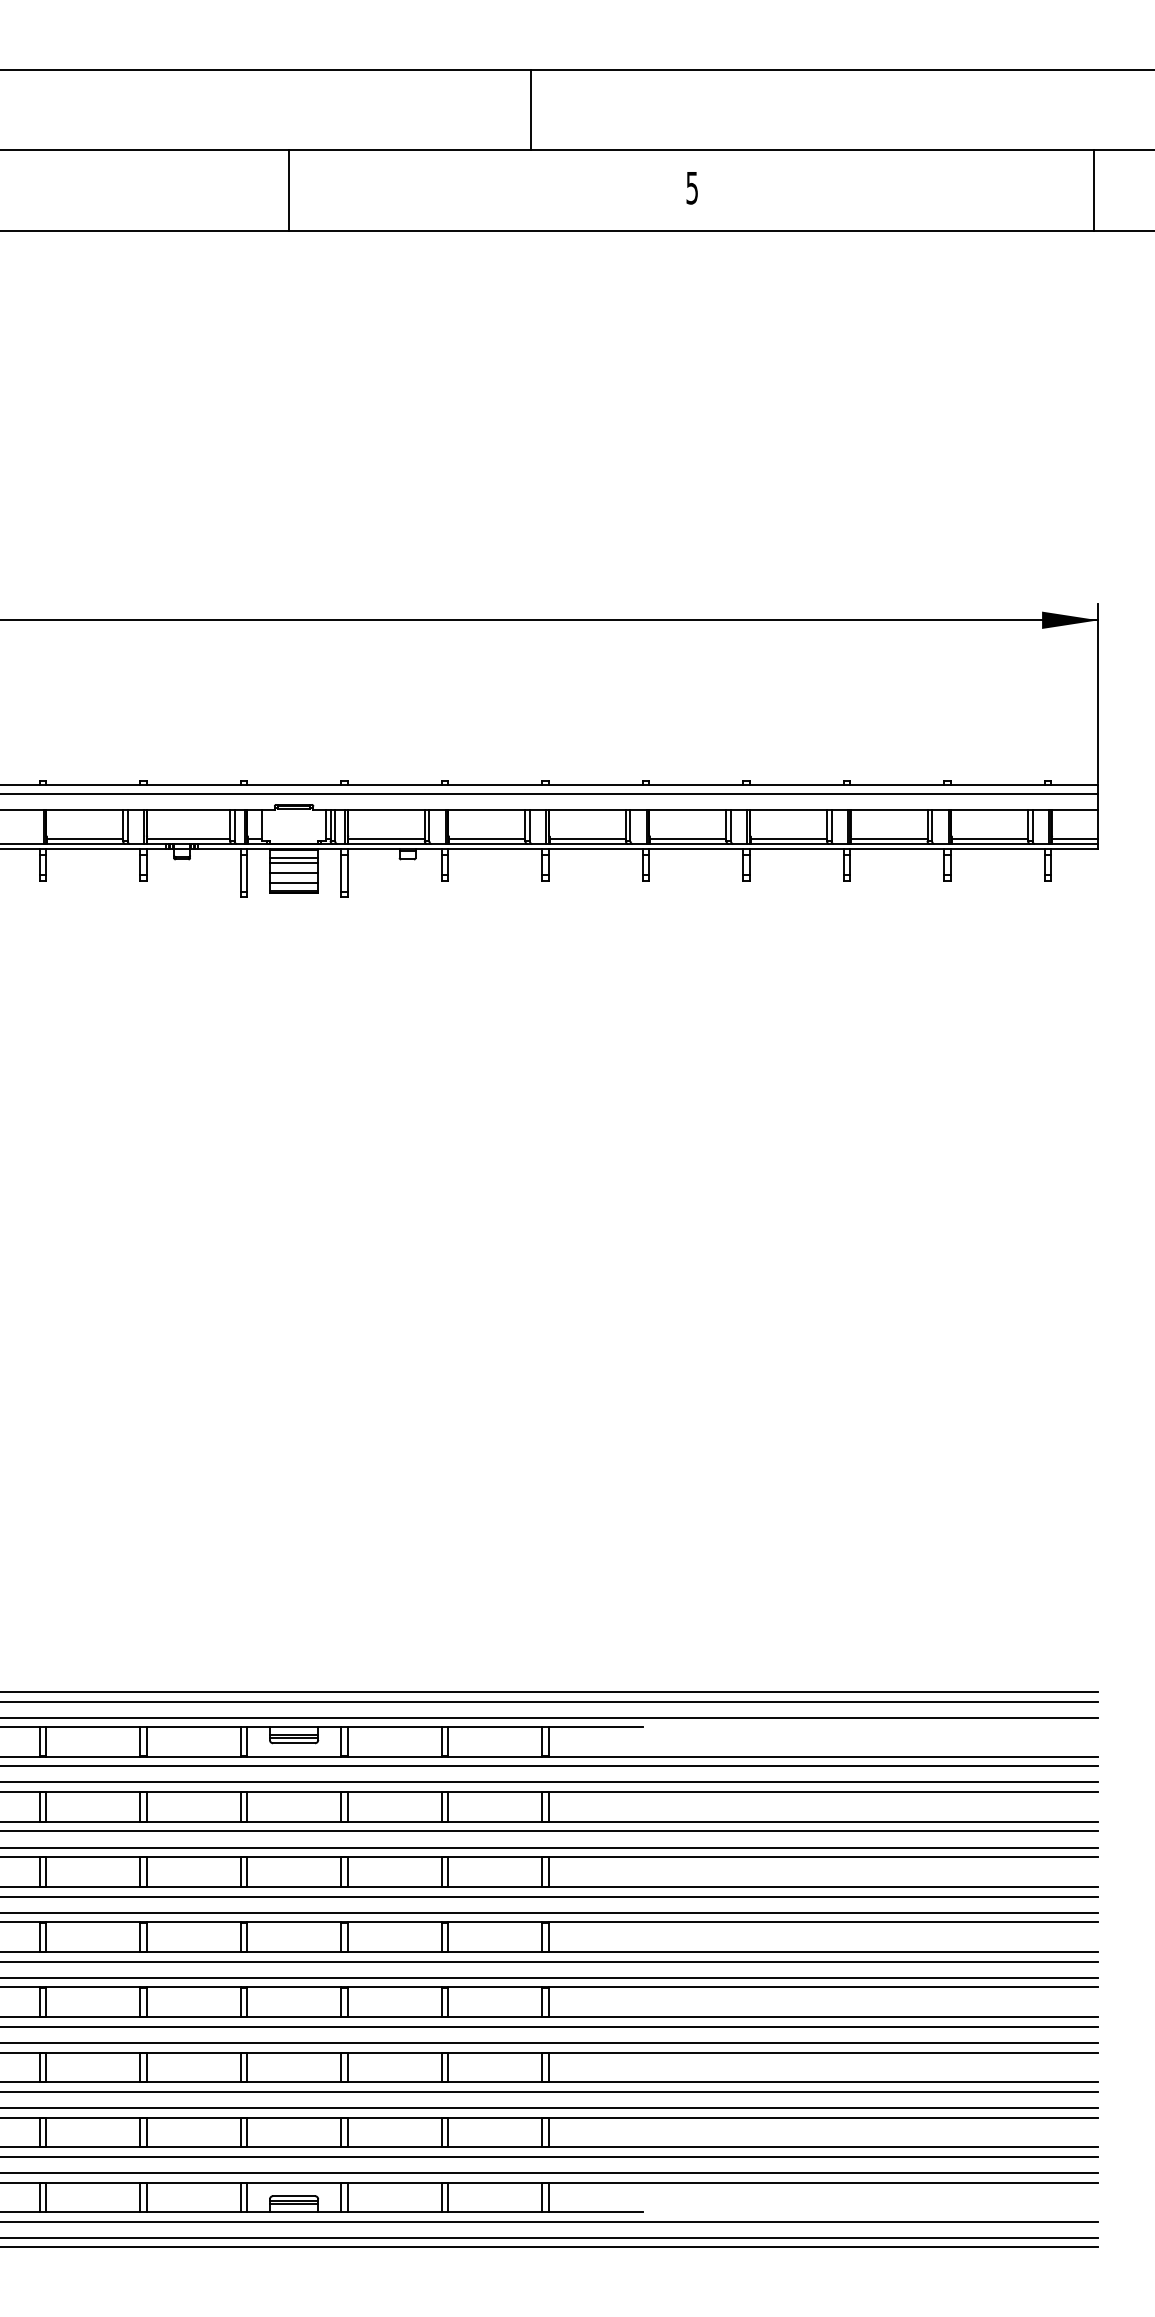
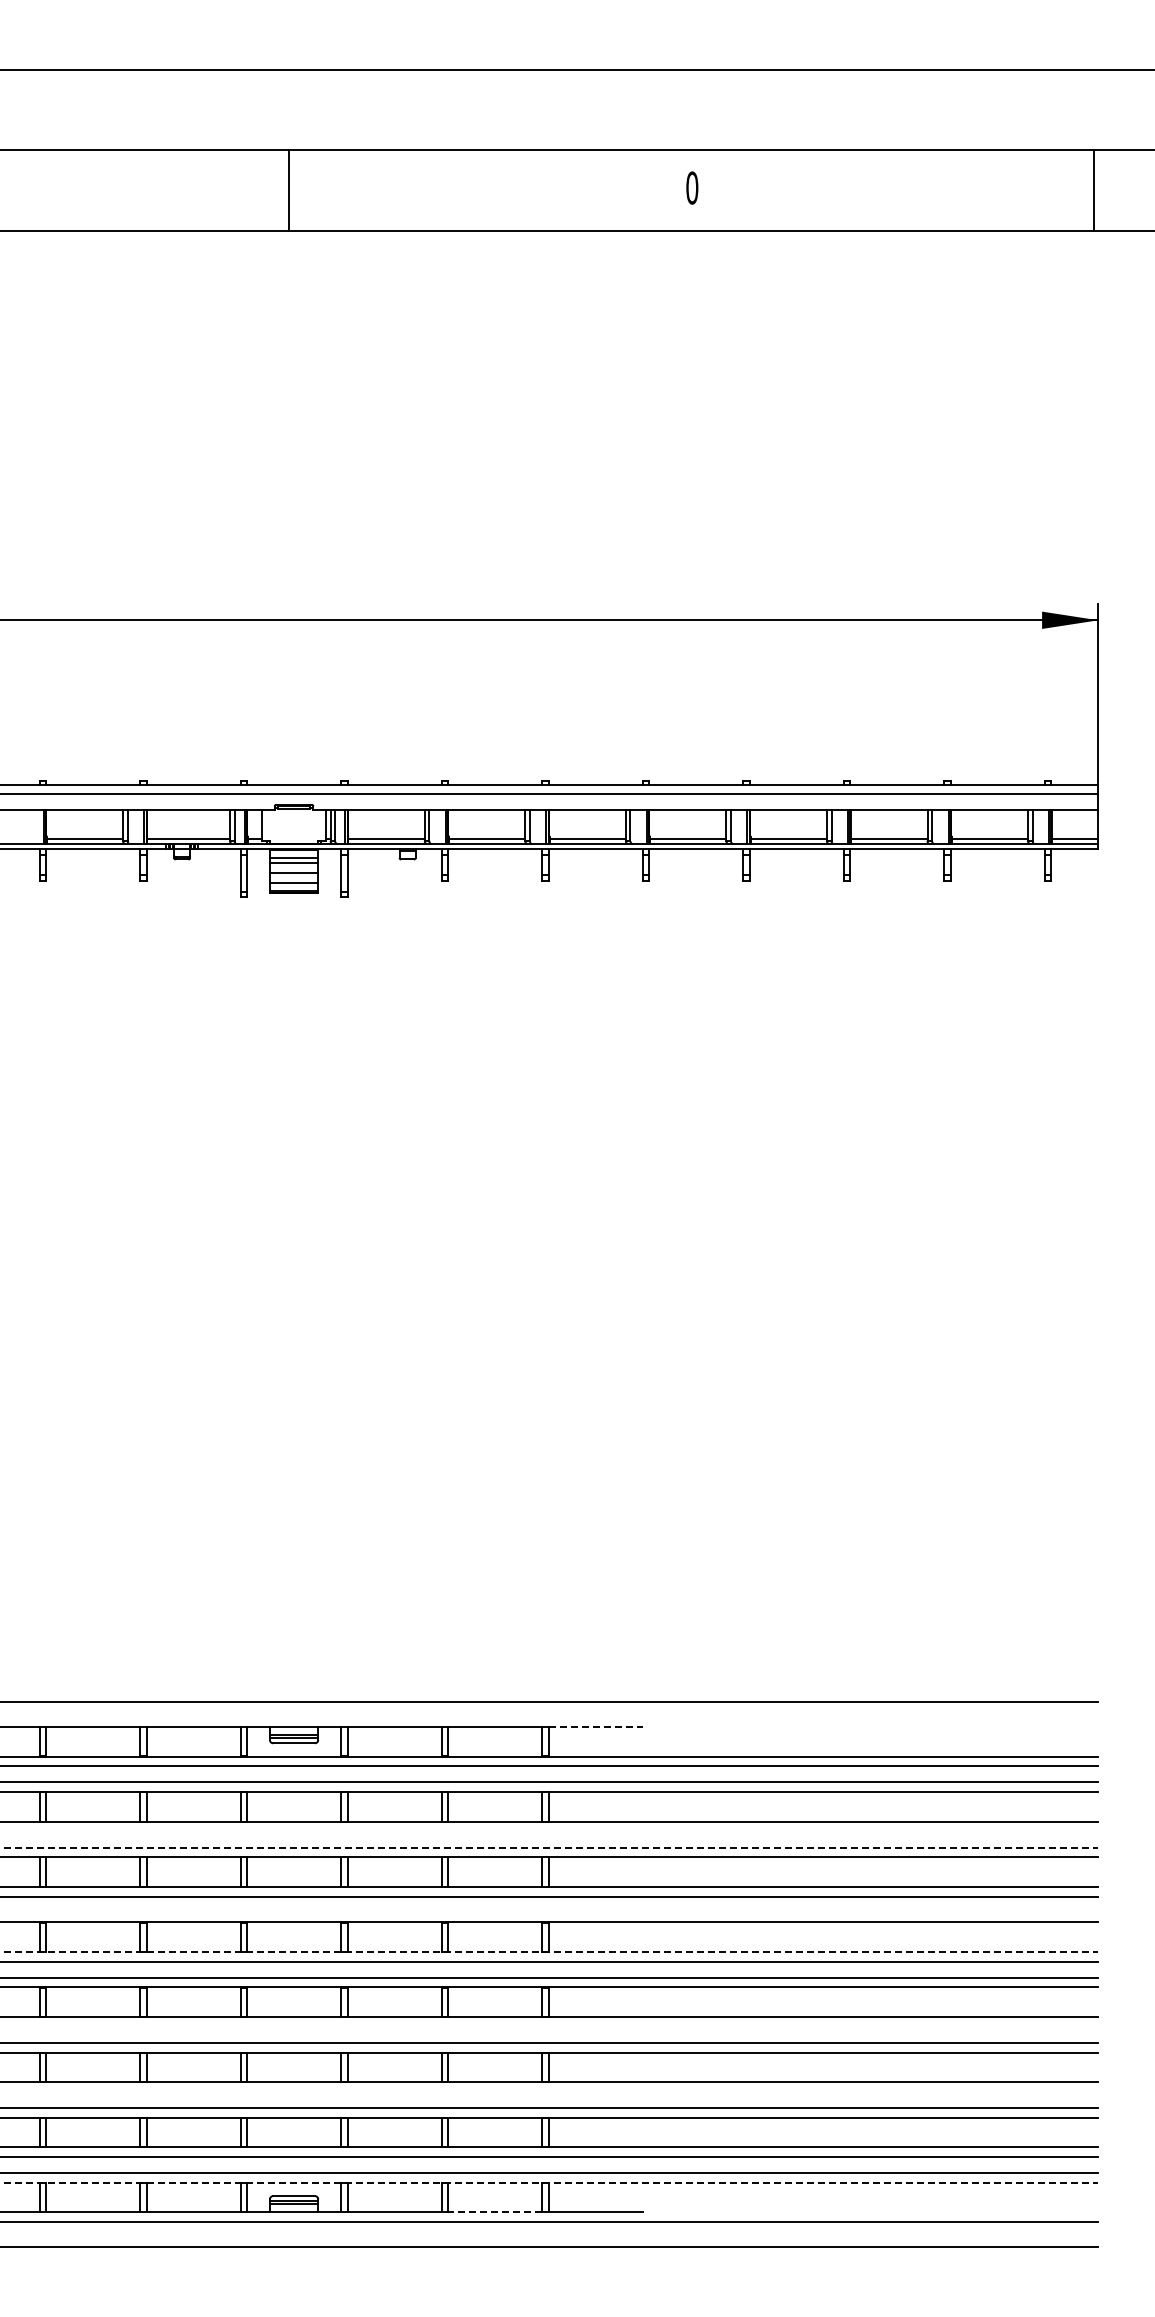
line at (530, 109): present -> none
text at (692, 187): 5 -> 0
line at (550, 1691): present -> none
line at (550, 1717): present -> none
line at (596, 1727): solid -> dashed
line at (550, 1831): present -> none
line at (549, 1847): solid -> dashed
line at (550, 1912): present -> none
line at (549, 1951): solid -> dashed
line at (550, 2026): present -> none
line at (550, 2091): present -> none
line at (549, 2182): solid -> dashed
line at (494, 2212): solid -> dashed
line at (550, 2237): present -> none
